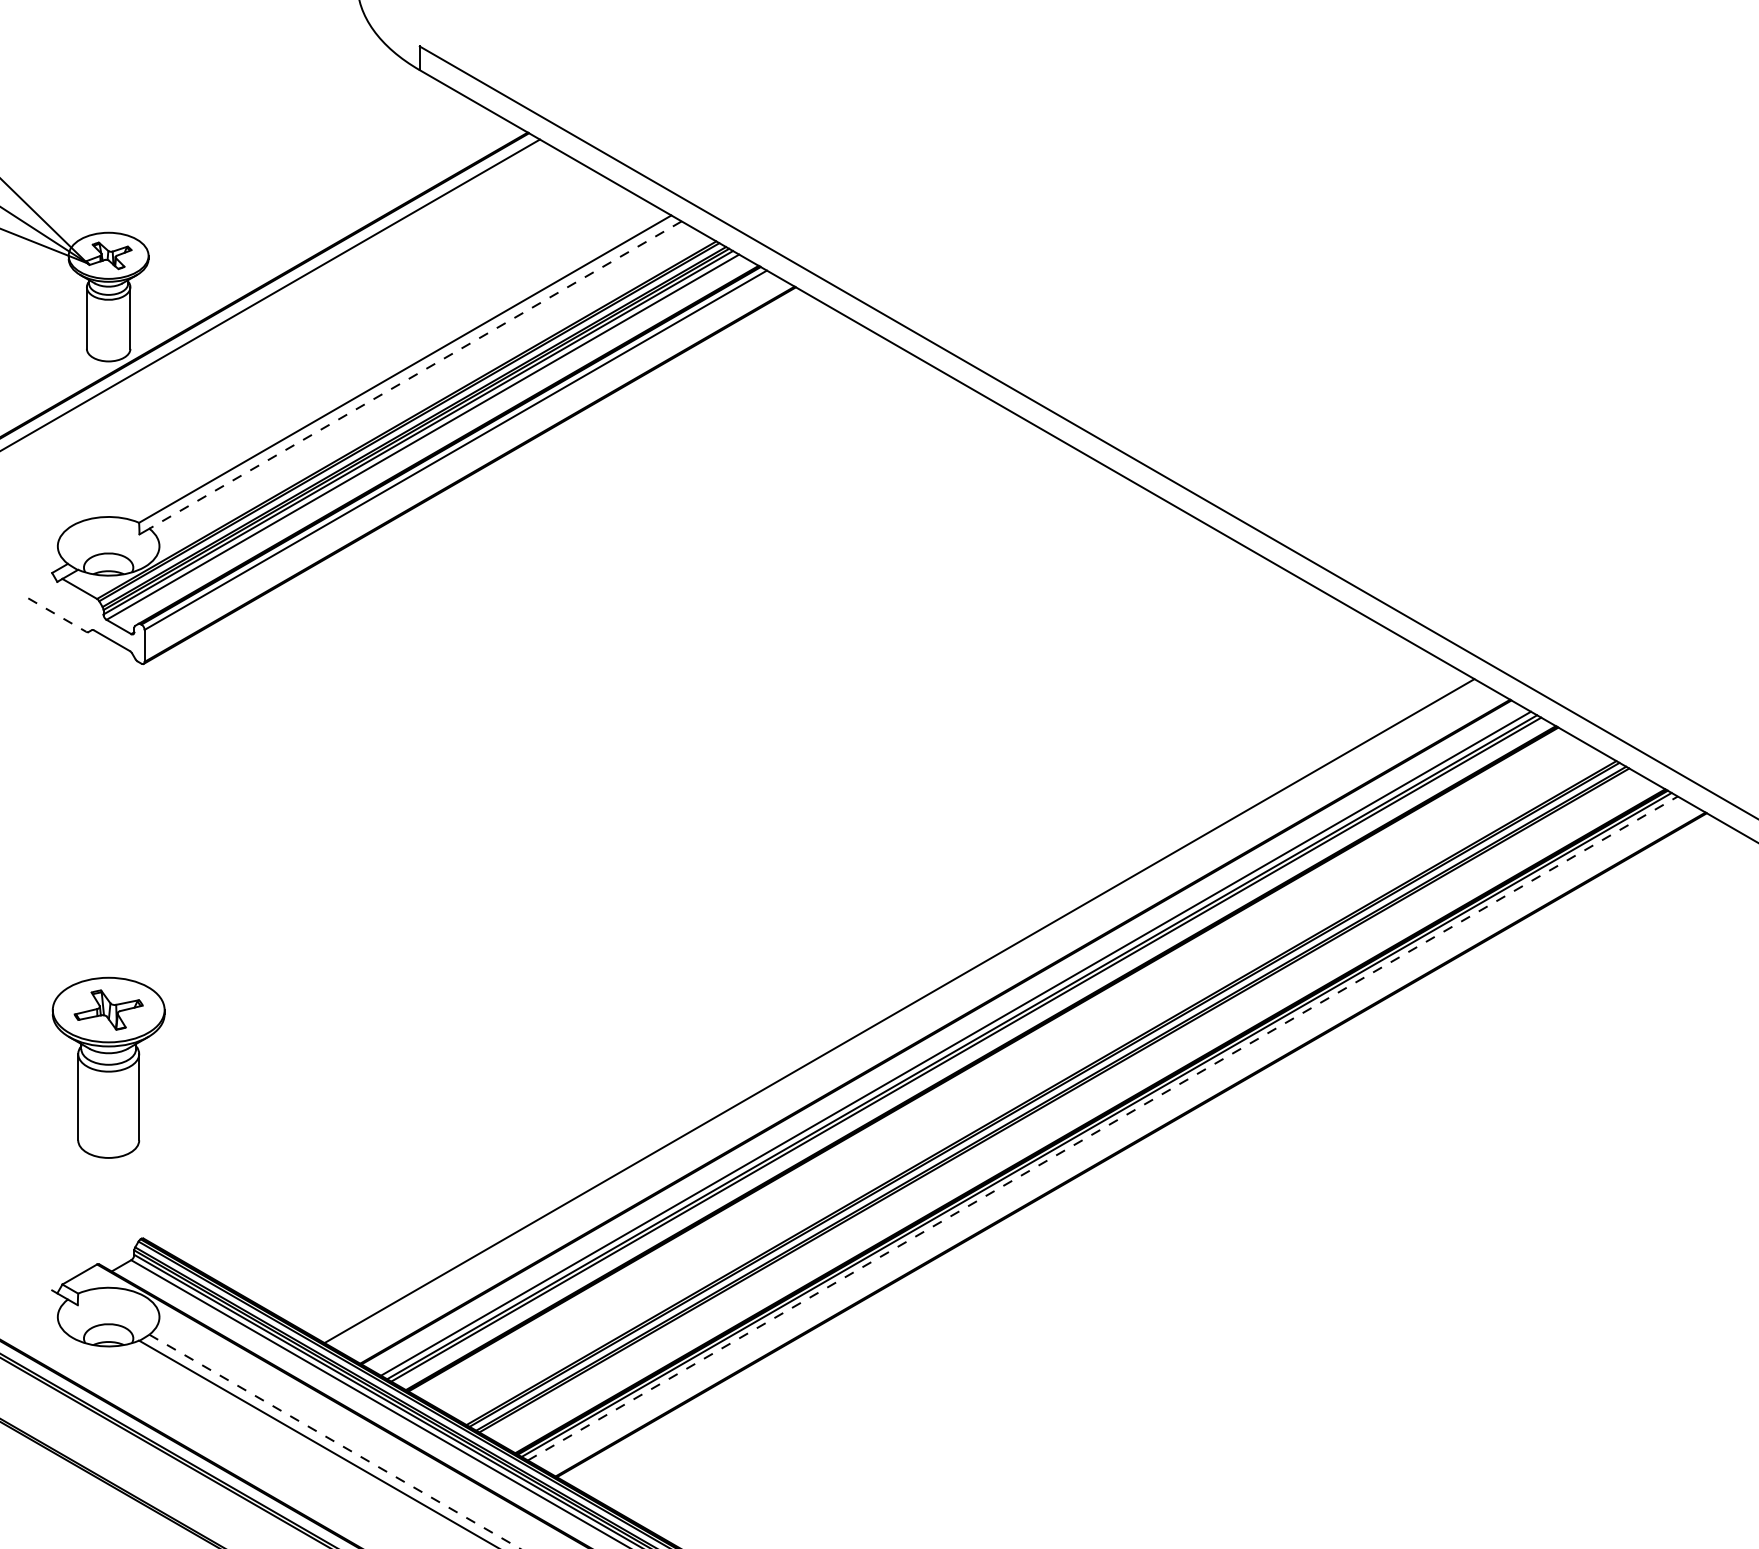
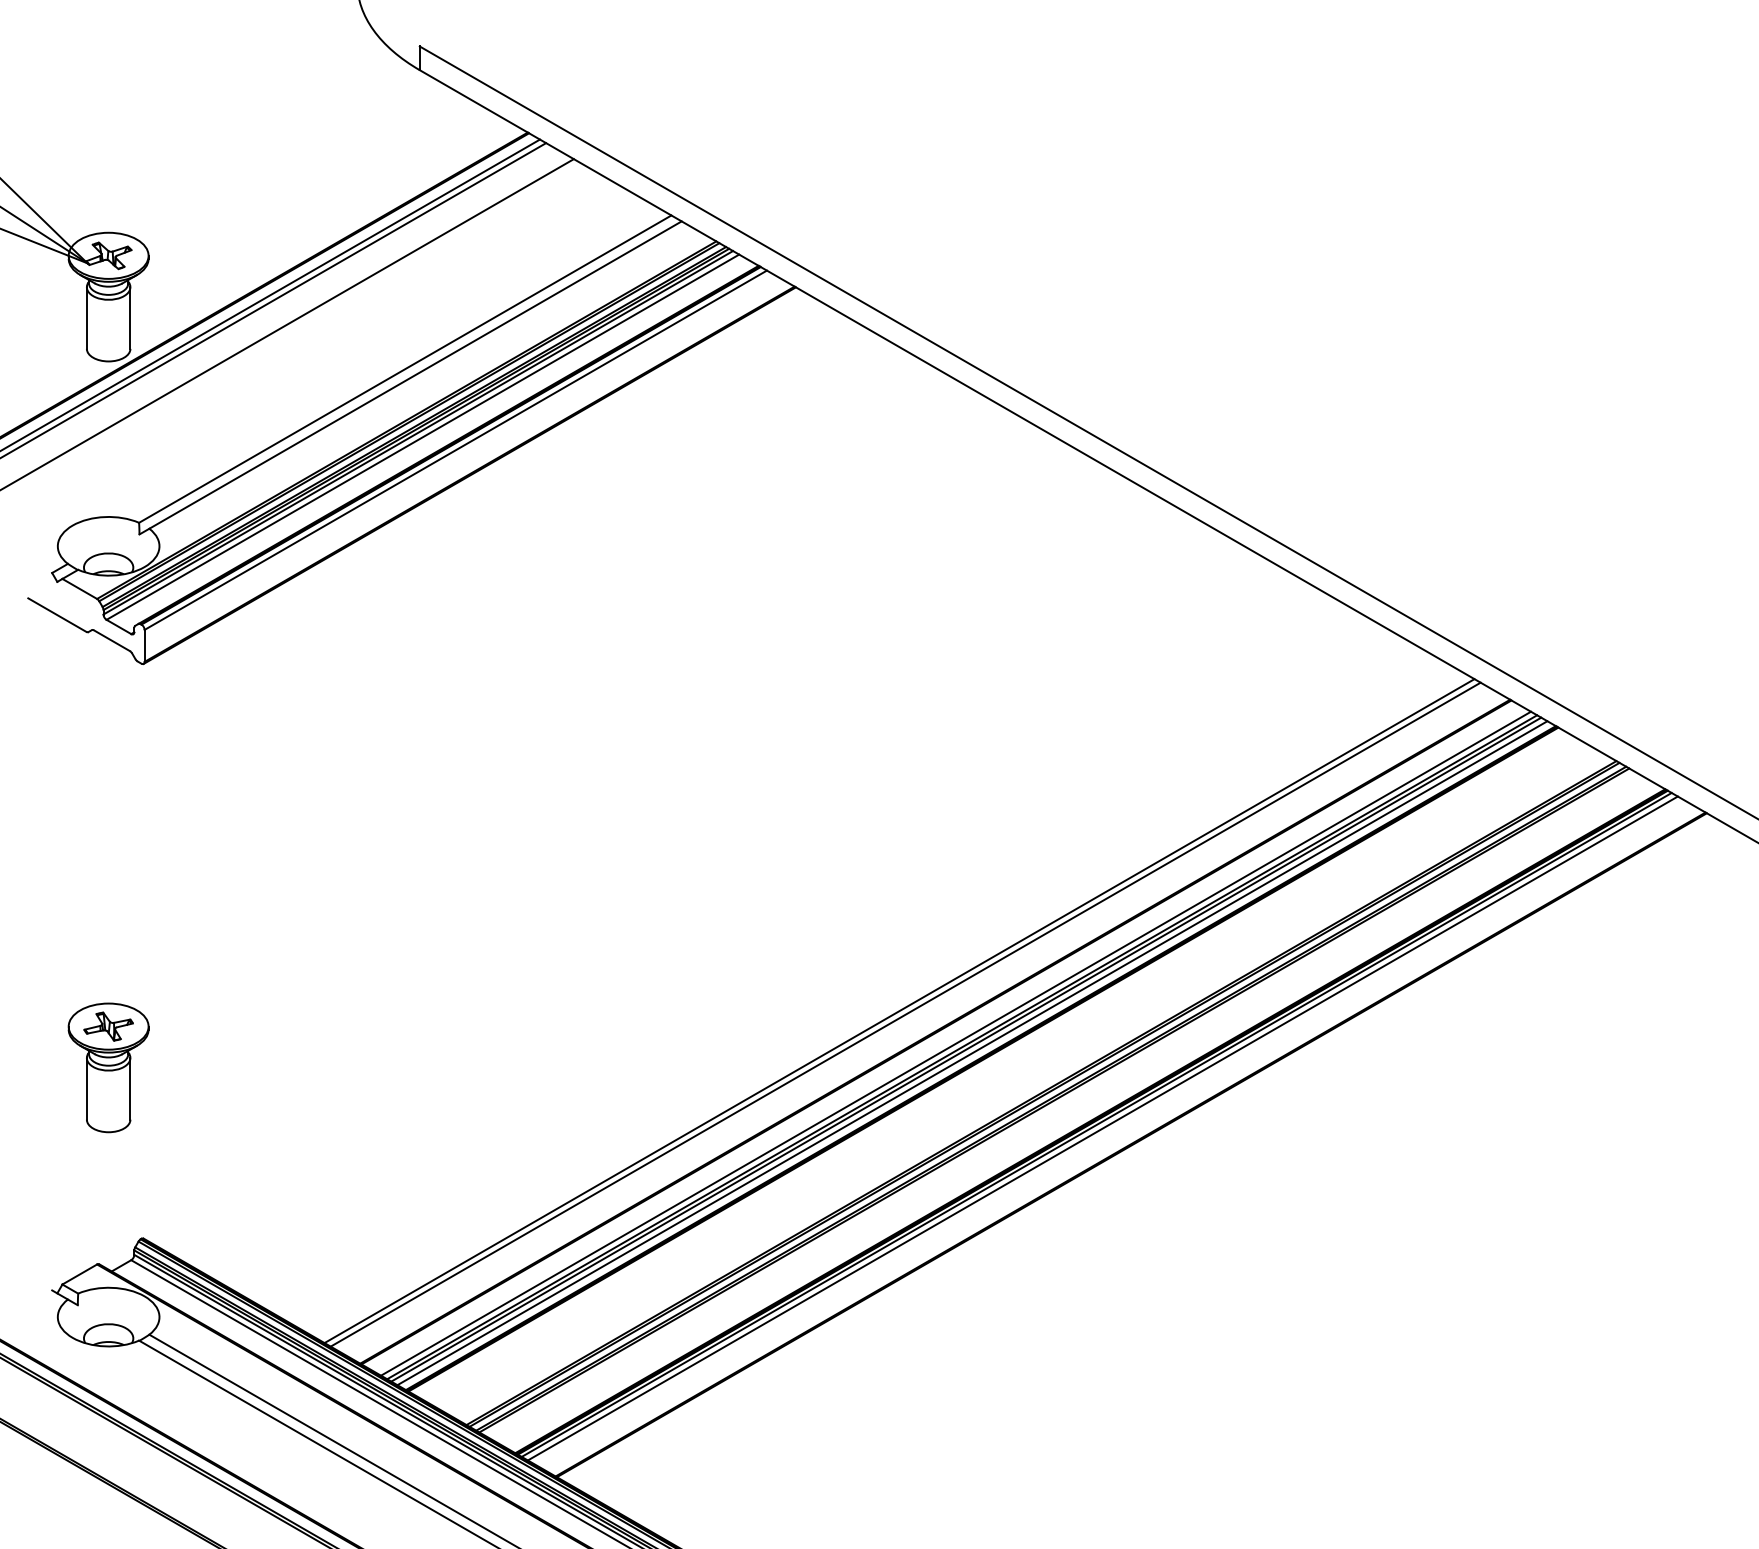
line at (274, 300): none -> present
line at (287, 324): none -> present
line at (415, 375): dashed -> solid
line at (57, 615): dashed -> solid
line at (905, 1014): none -> present
line at (972, 1053): none -> present
part at (108, 1067) size: 115x183 px -> 83x132 px
line at (1102, 1128): dashed -> solid
line at (334, 1441): dashed -> solid
